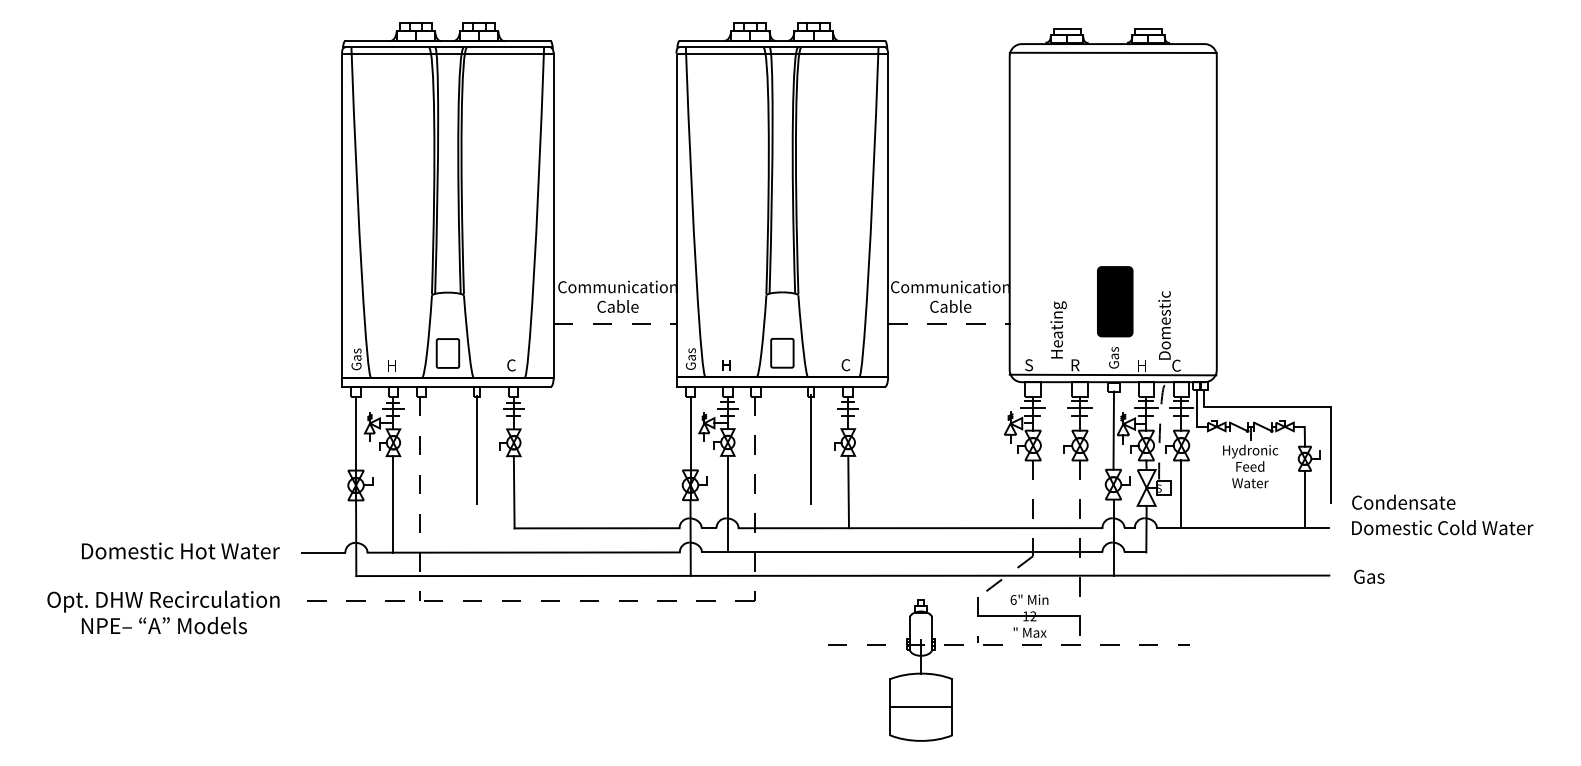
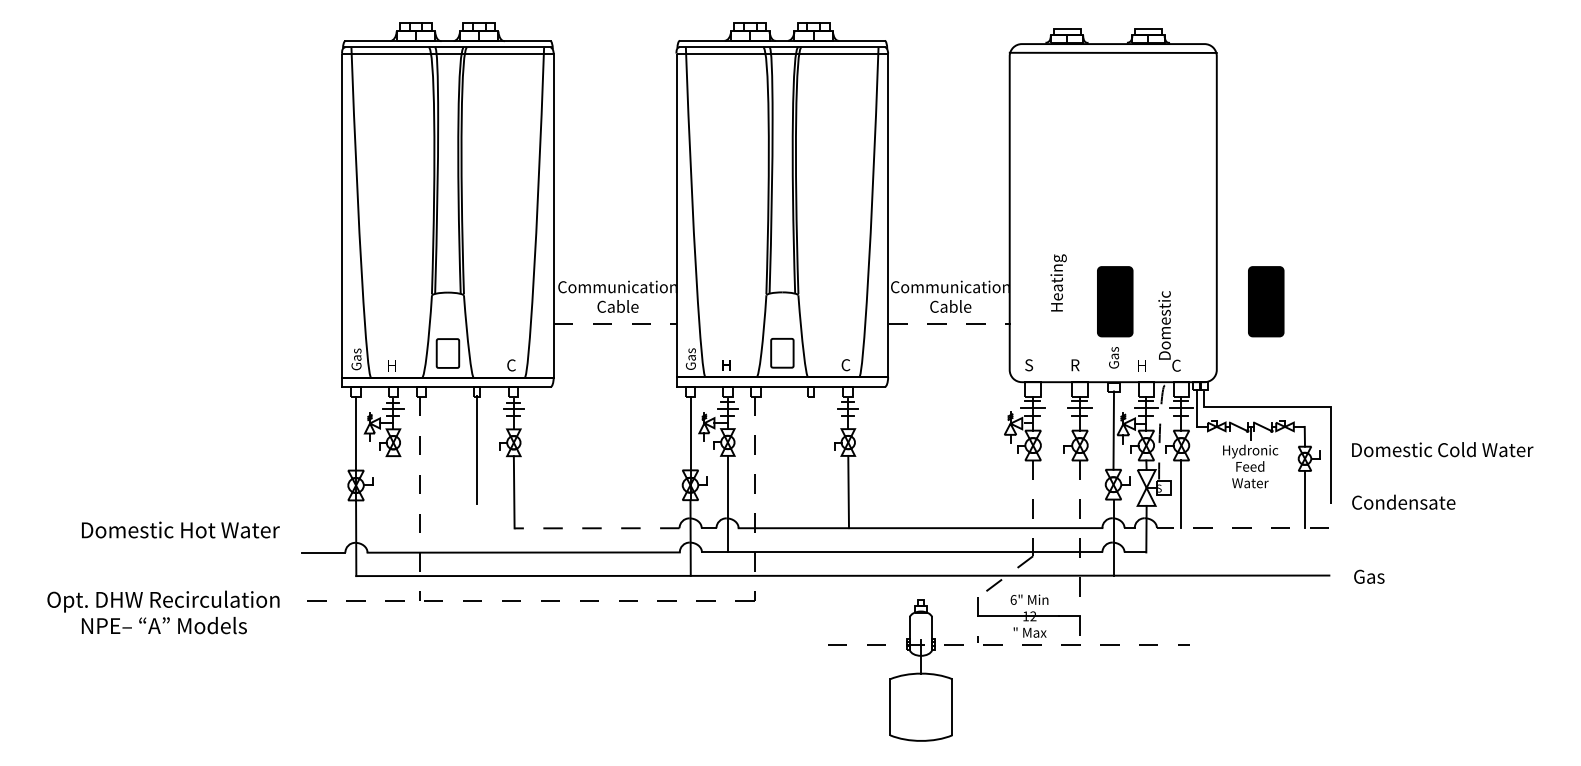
part at (1266, 301): none -> present
text at (1058, 329) position: (1058, 329) -> (1058, 282)
line at (1112, 374): present -> none
line at (810, 449): present -> none
line at (393, 504): present -> none
text at (1442, 527) position: (1442, 527) -> (1442, 449)
line at (596, 528): solid -> dashed
line at (1242, 528): solid -> dashed
text at (180, 550) position: (180, 550) -> (180, 529)
line at (921, 707): present -> none
